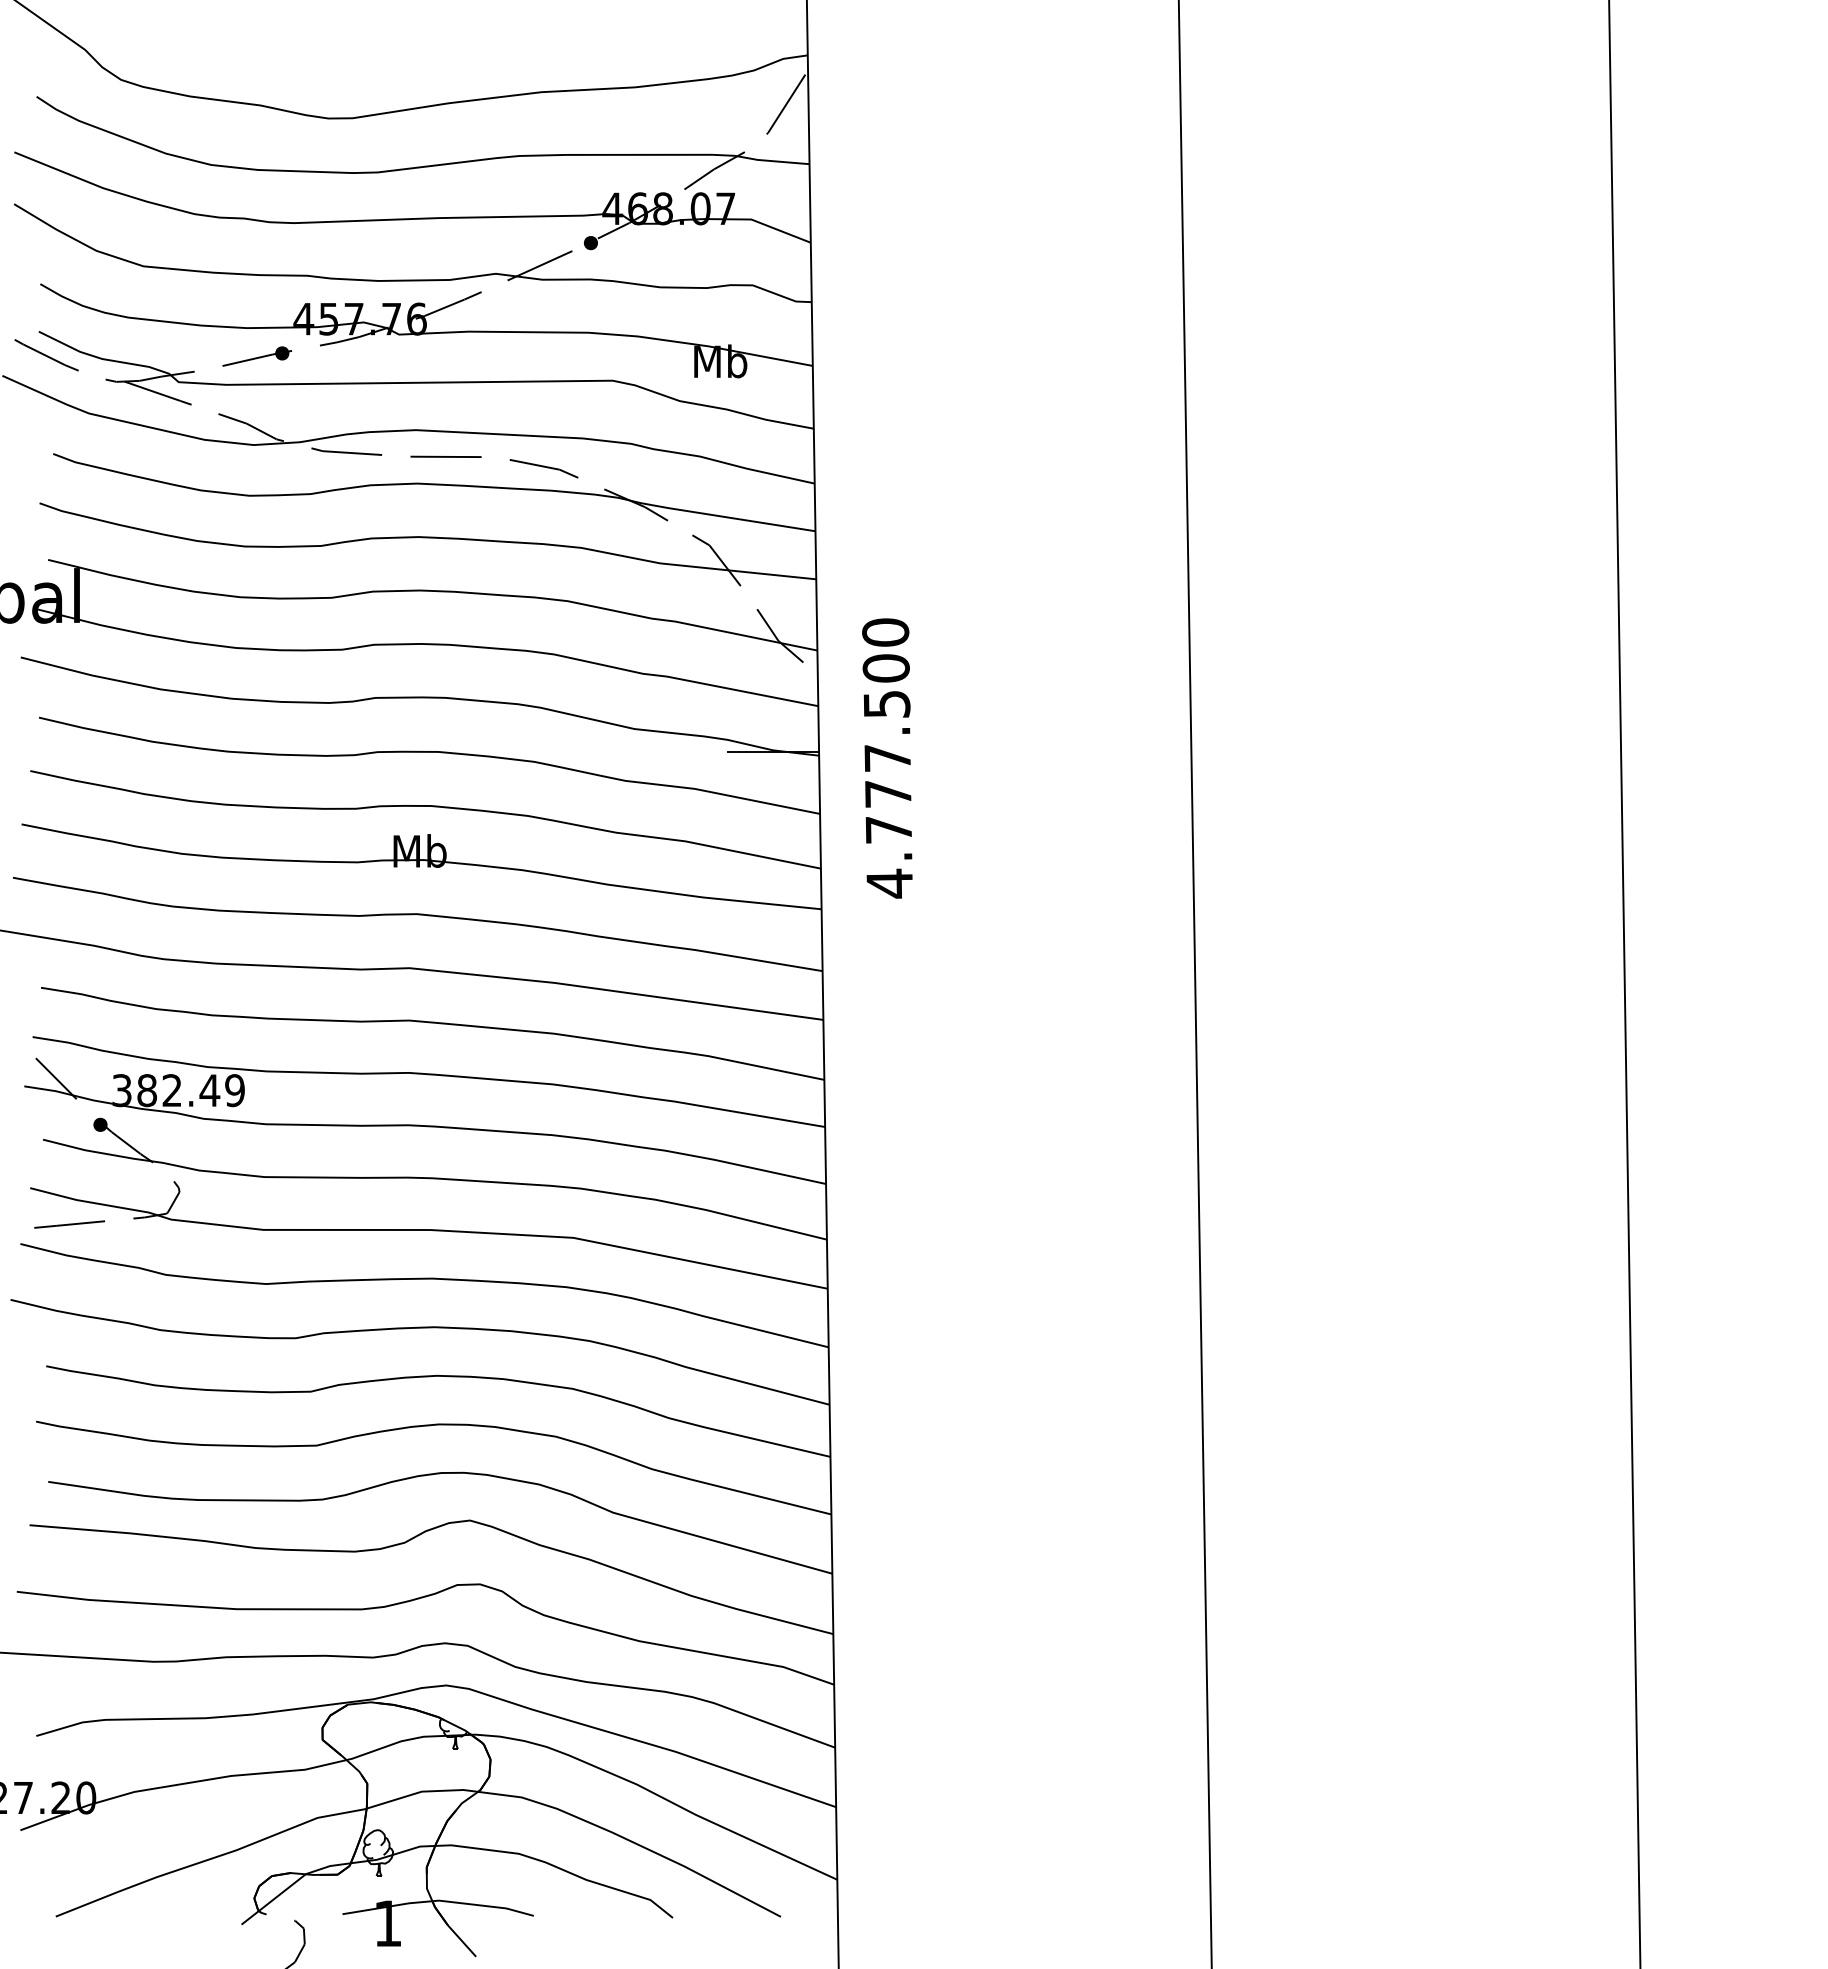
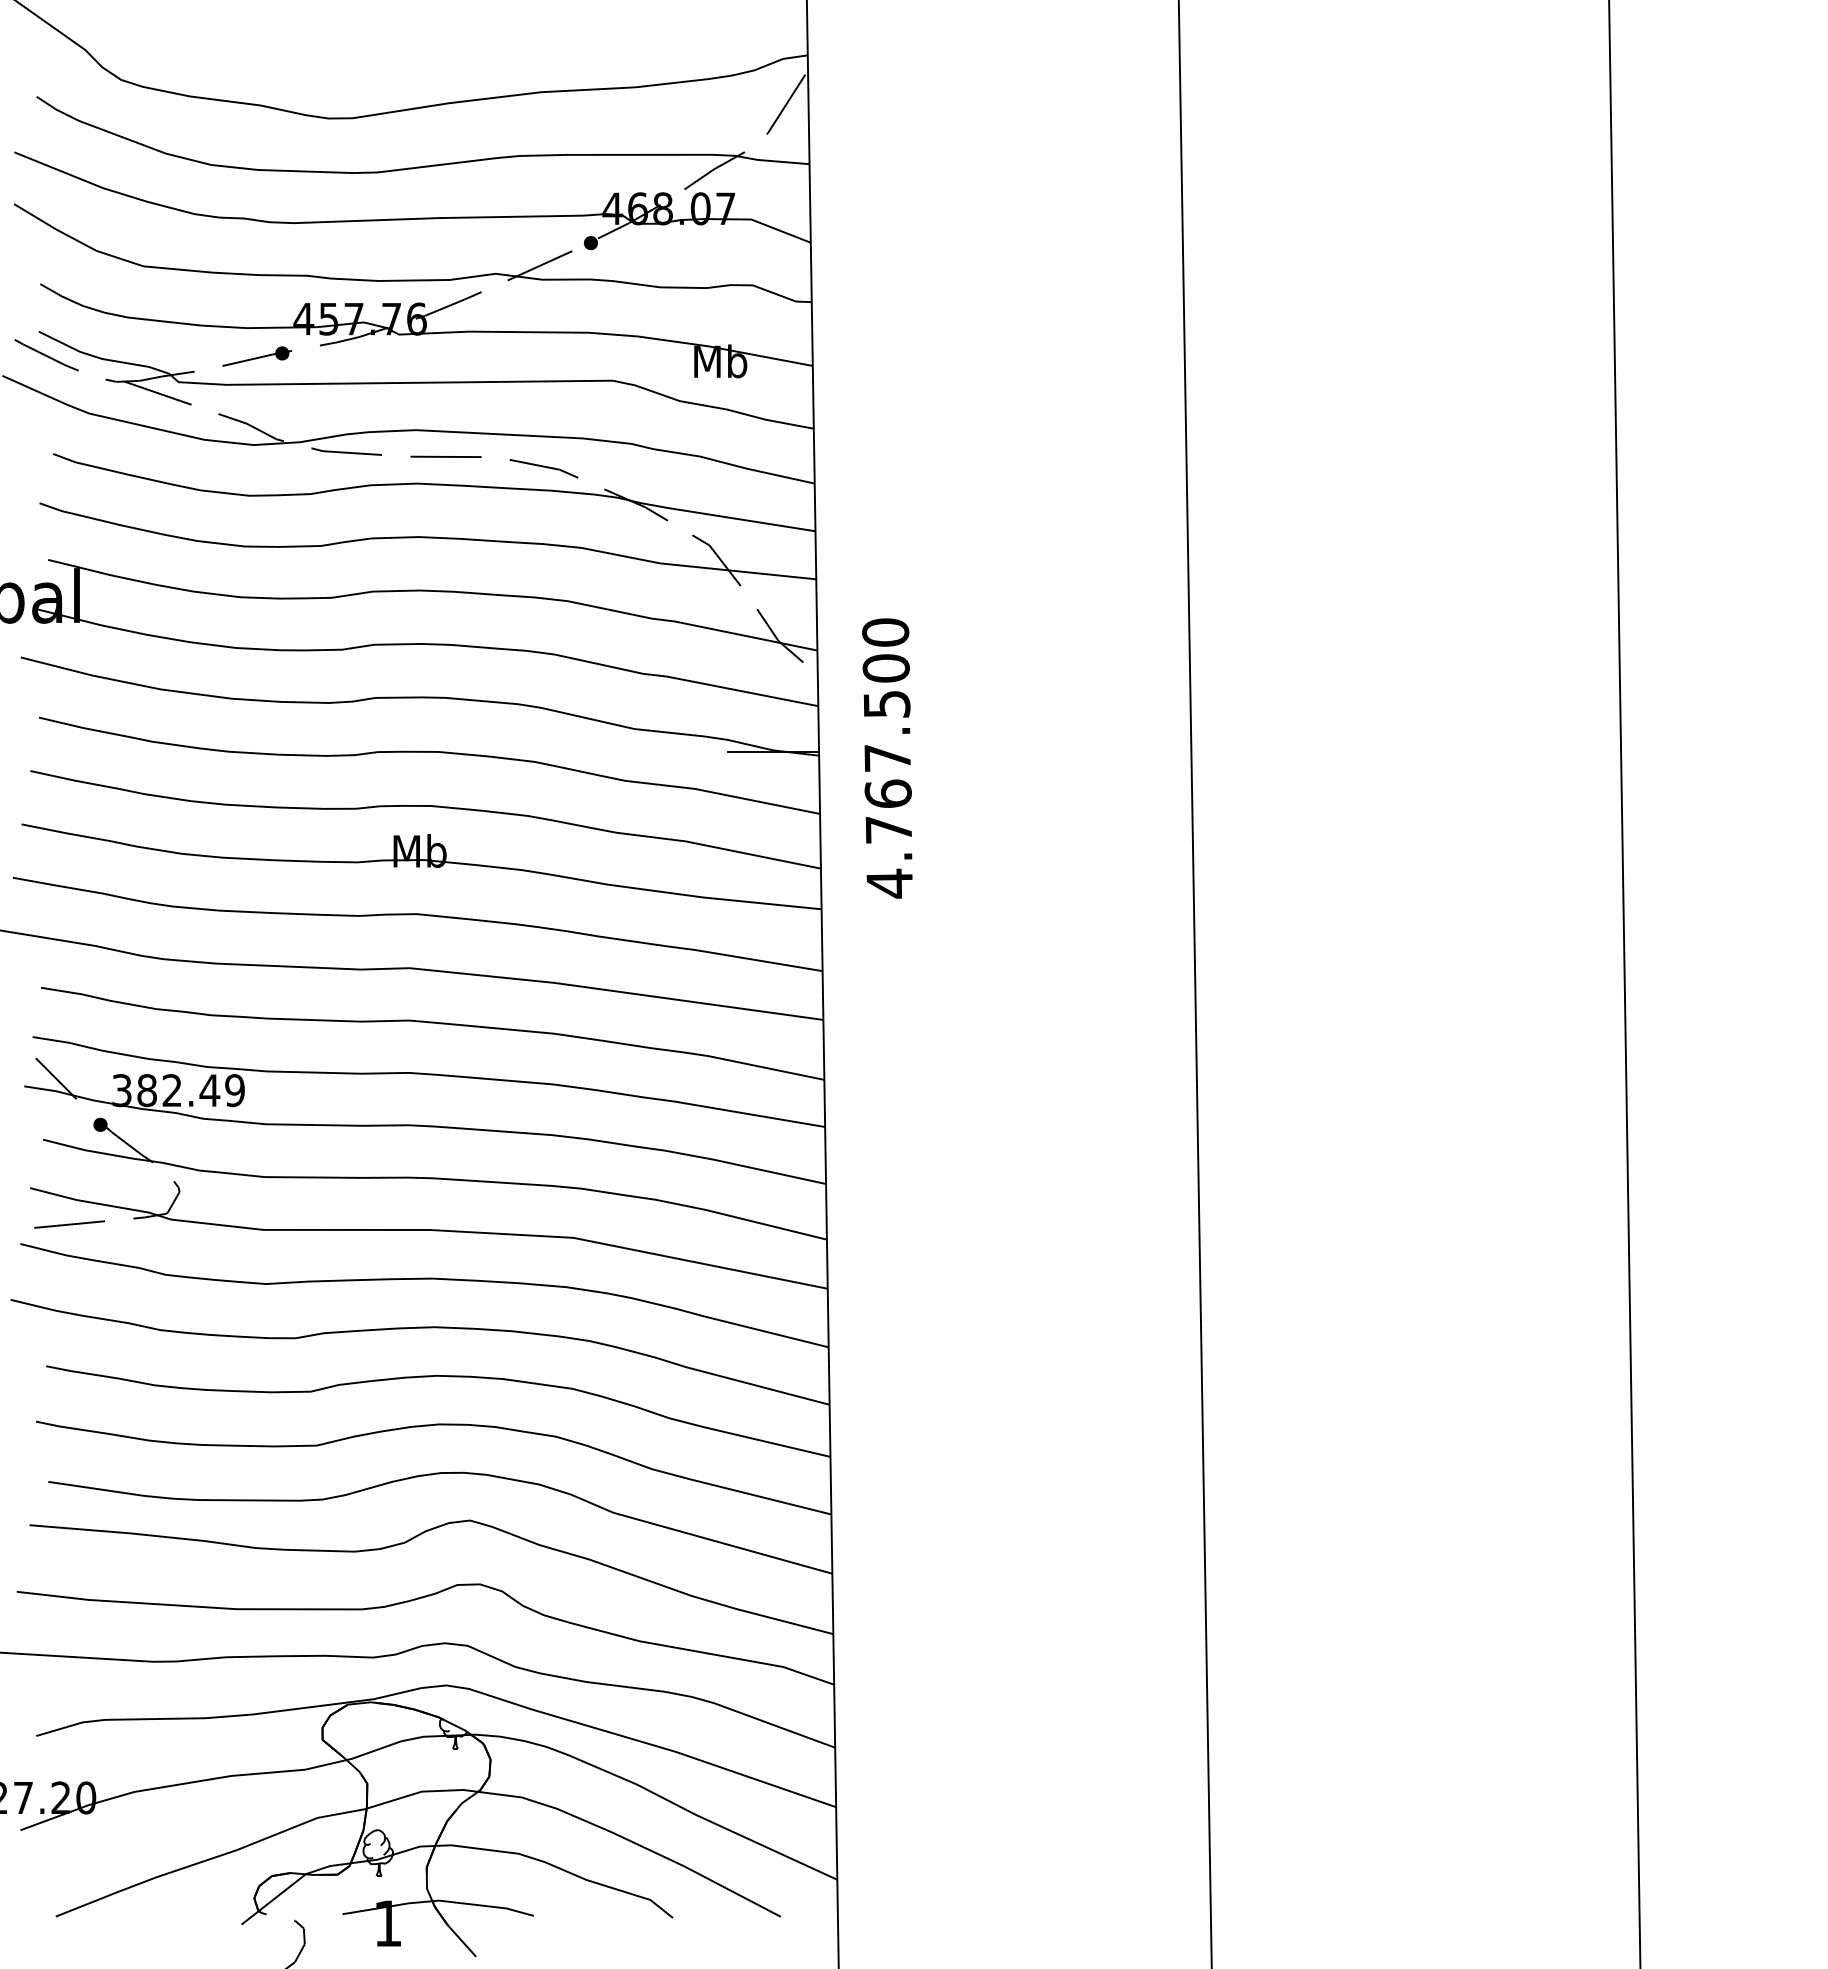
text at (887, 793): 4.777.500 -> 4.767.500
